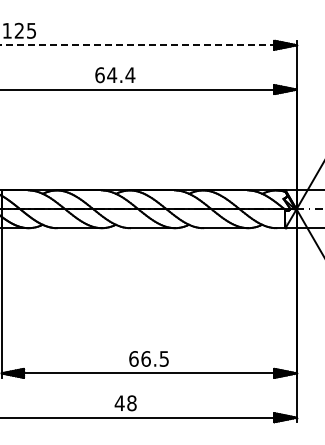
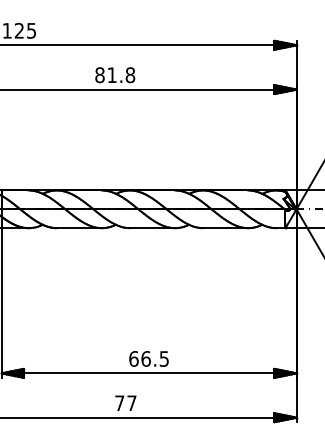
line at (148, 45): dashed -> solid
text at (115, 75): 64.4 -> 81.8
text at (125, 403): 48 -> 77
